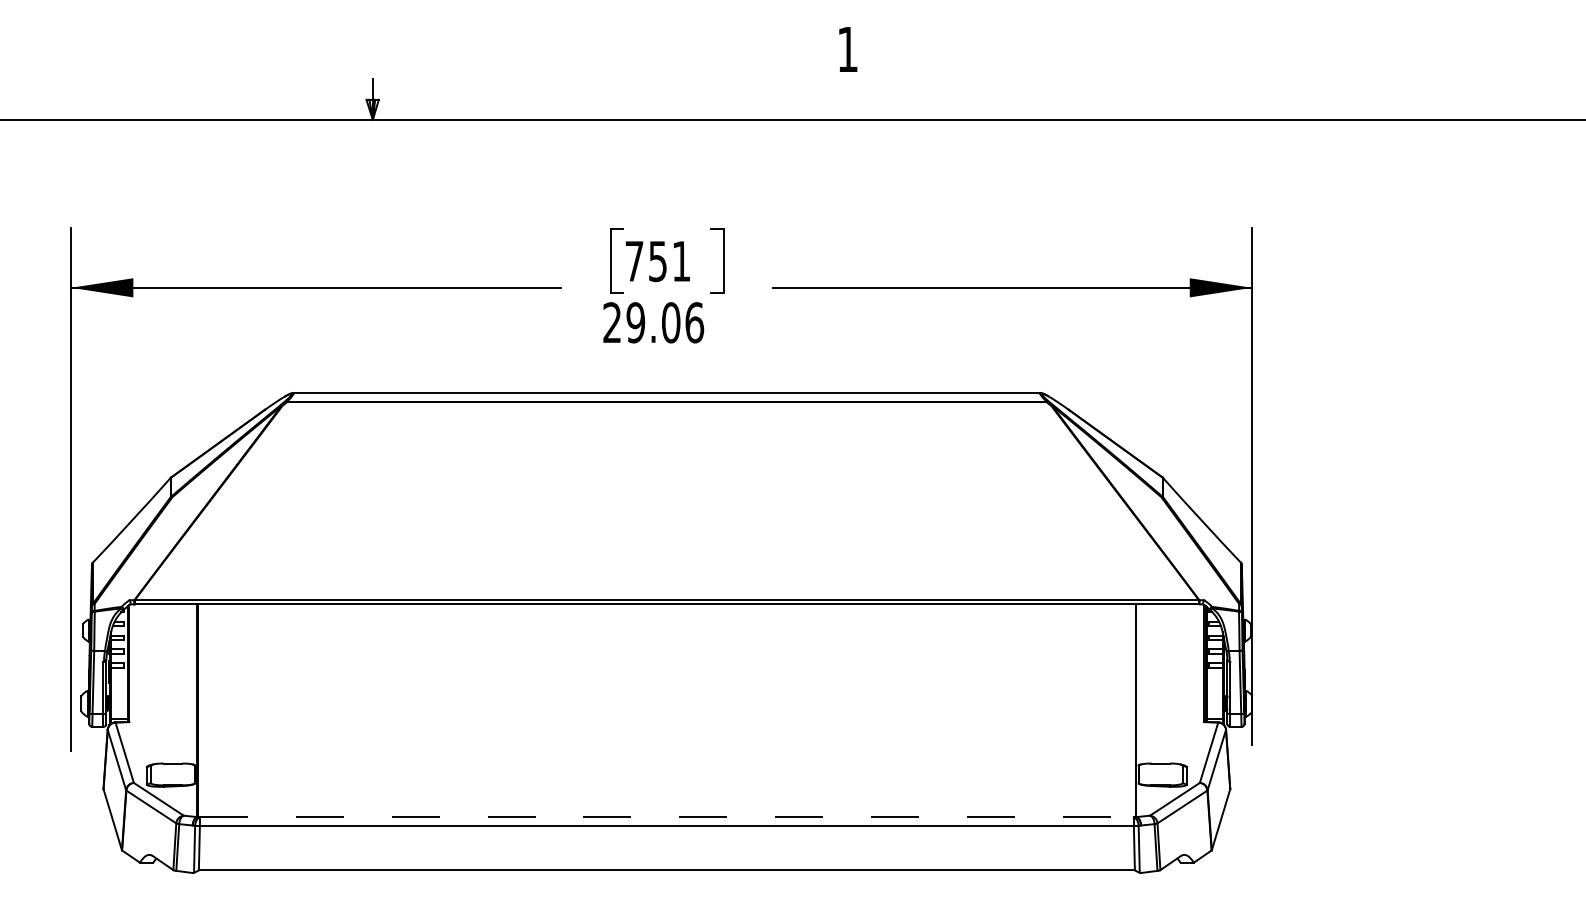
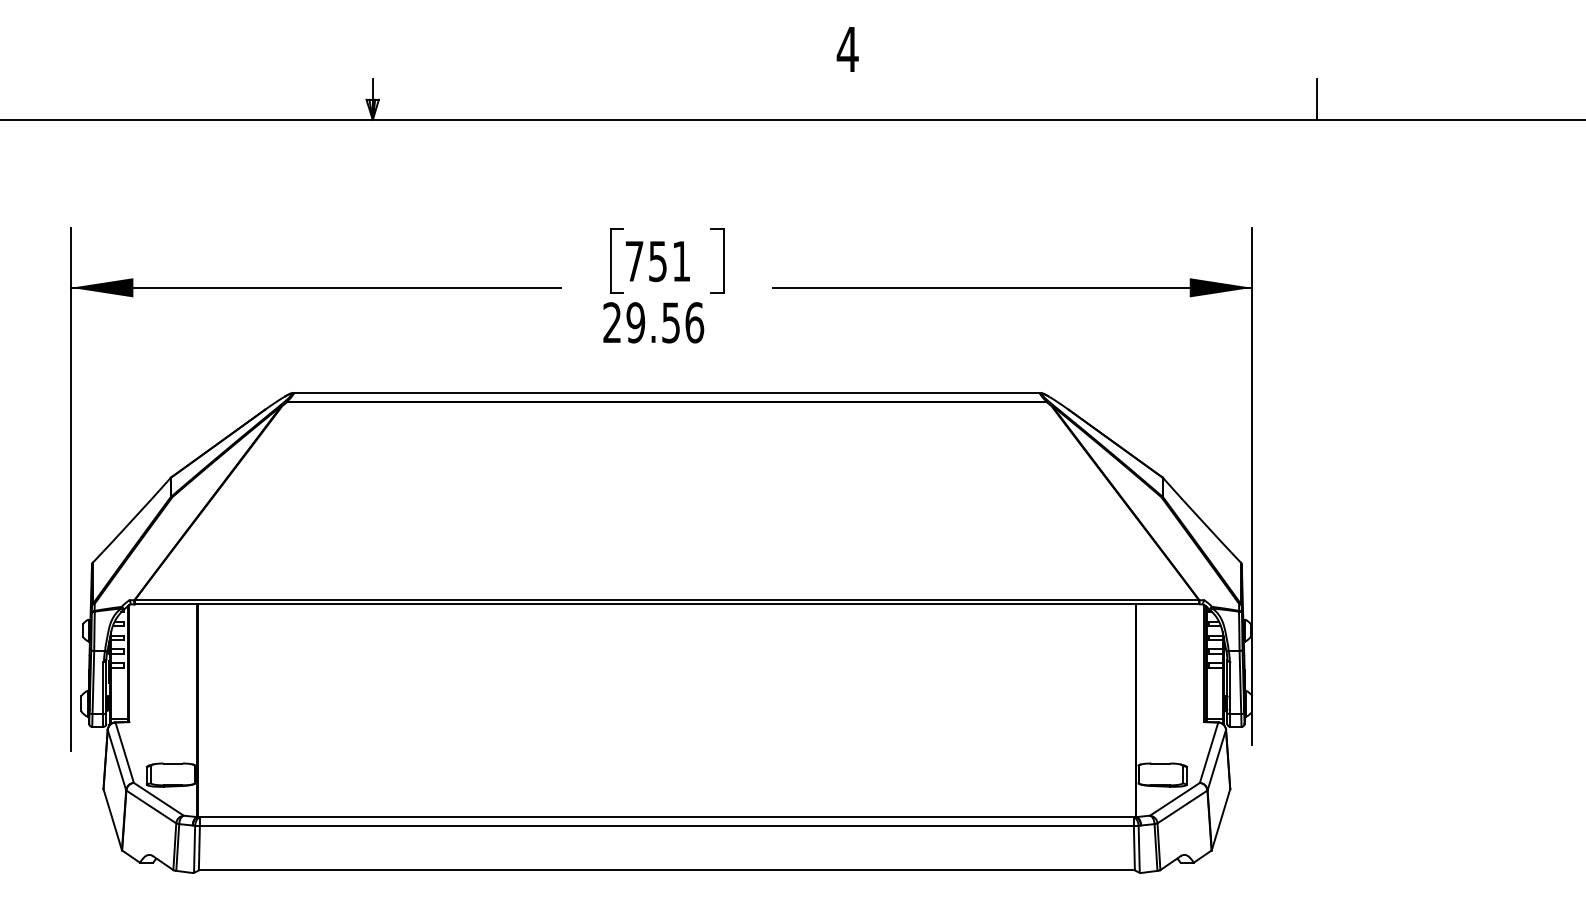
text at (847, 49): 1 -> 4
line at (1316, 99): none -> present
text at (671, 322): 29.06 -> 29.56
line at (666, 817): dashed -> solid
